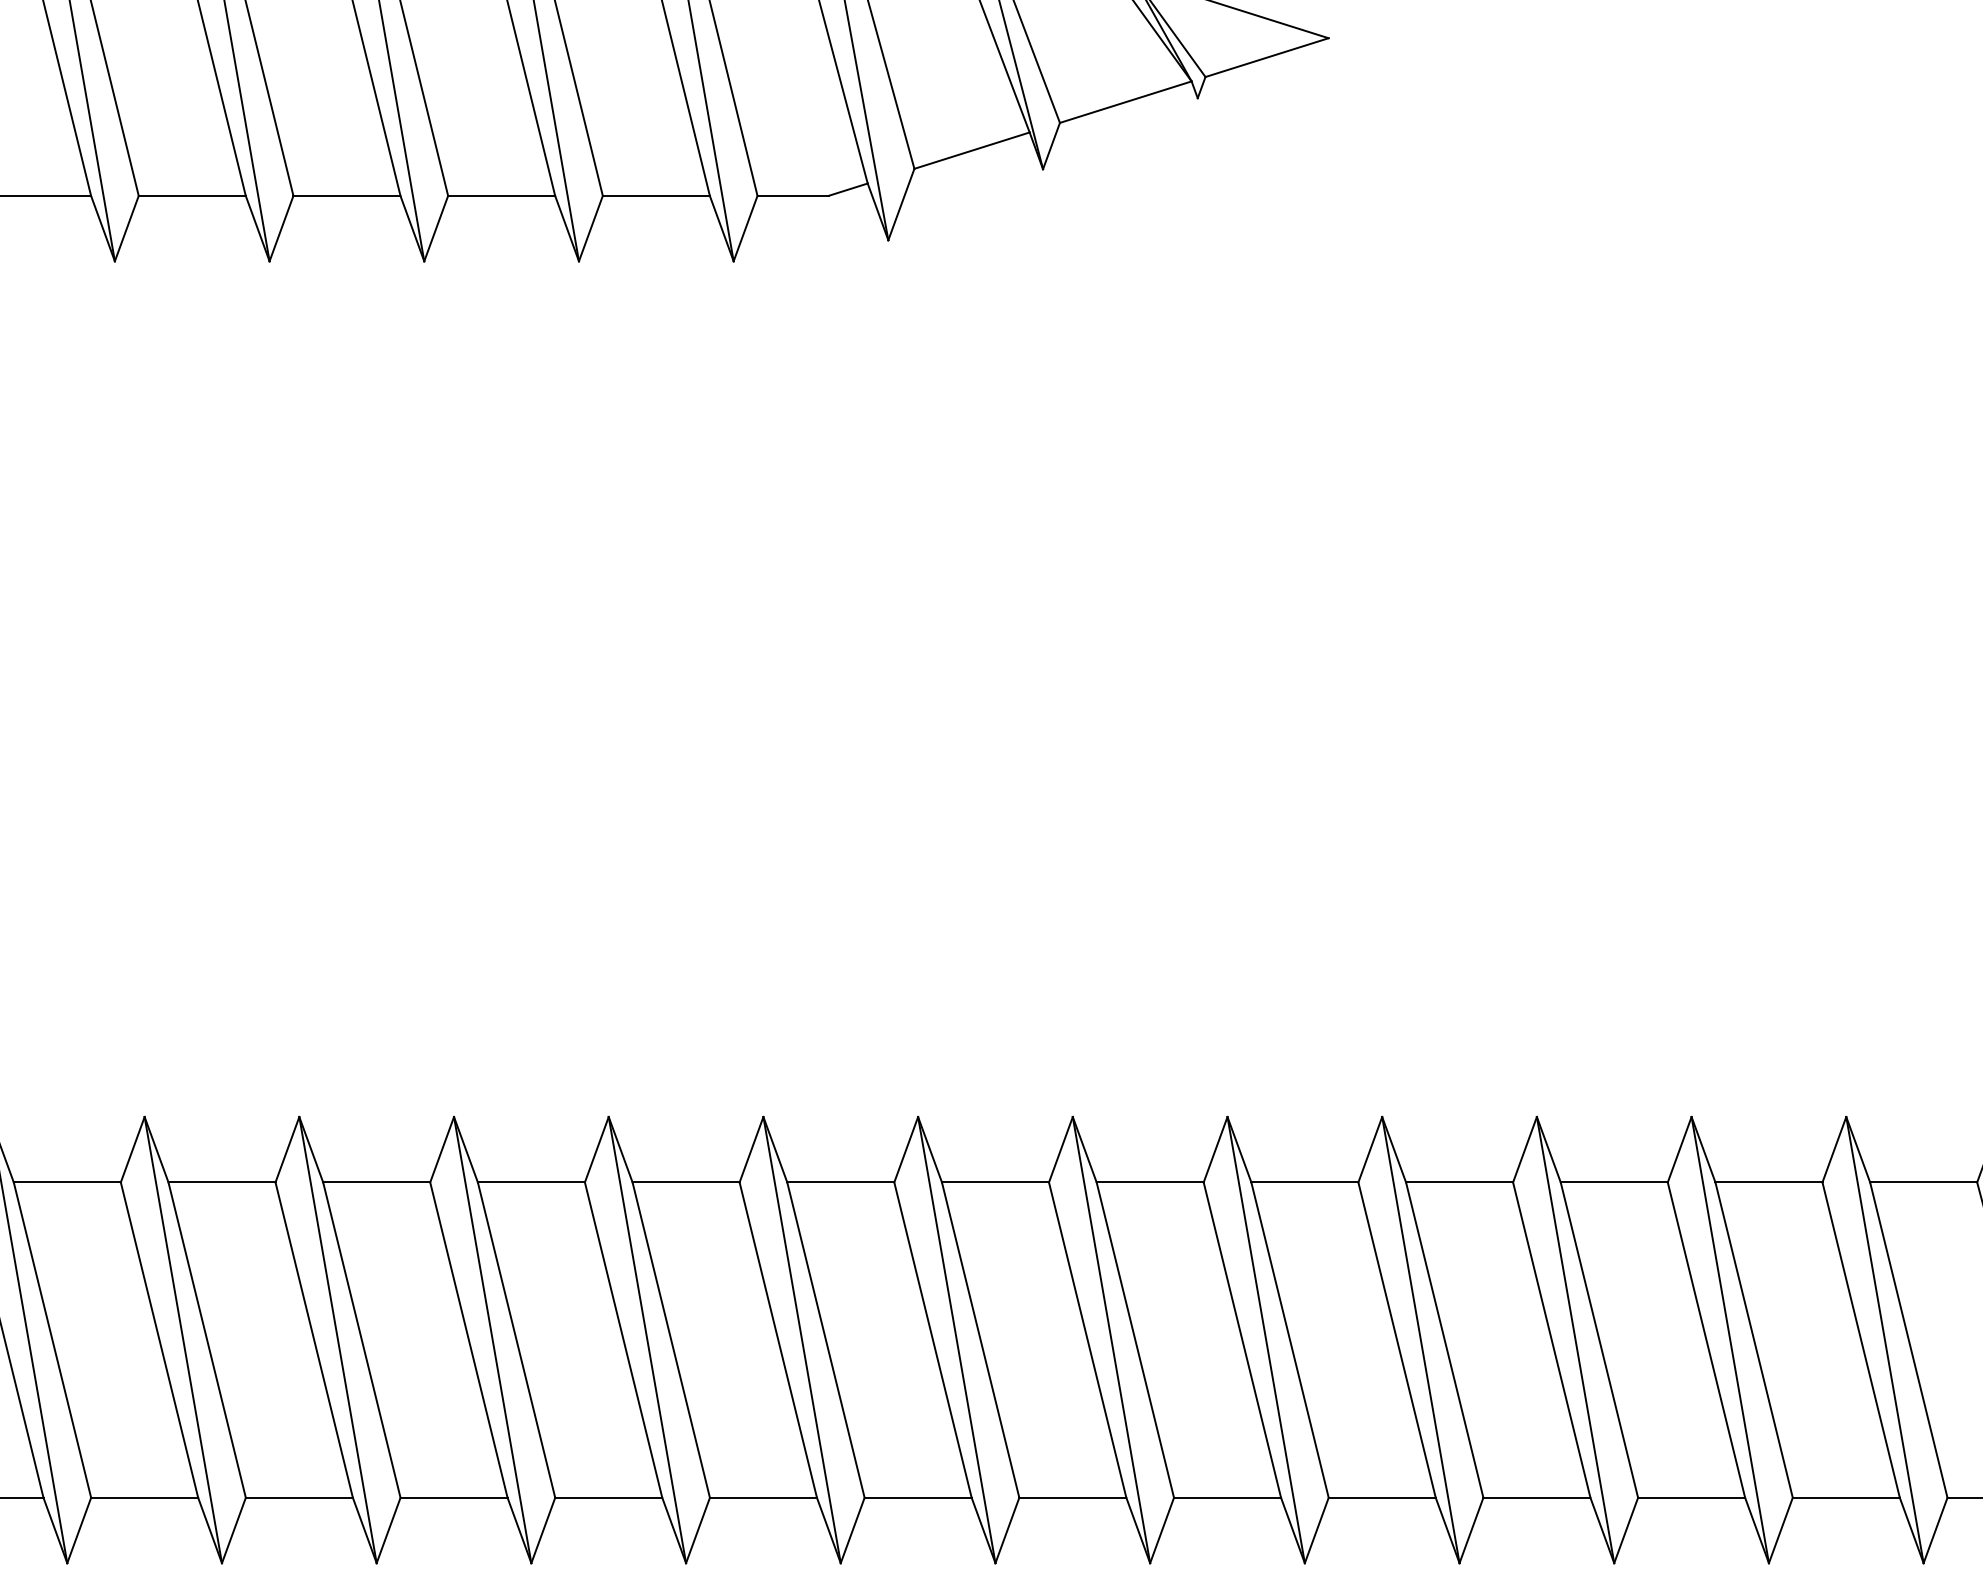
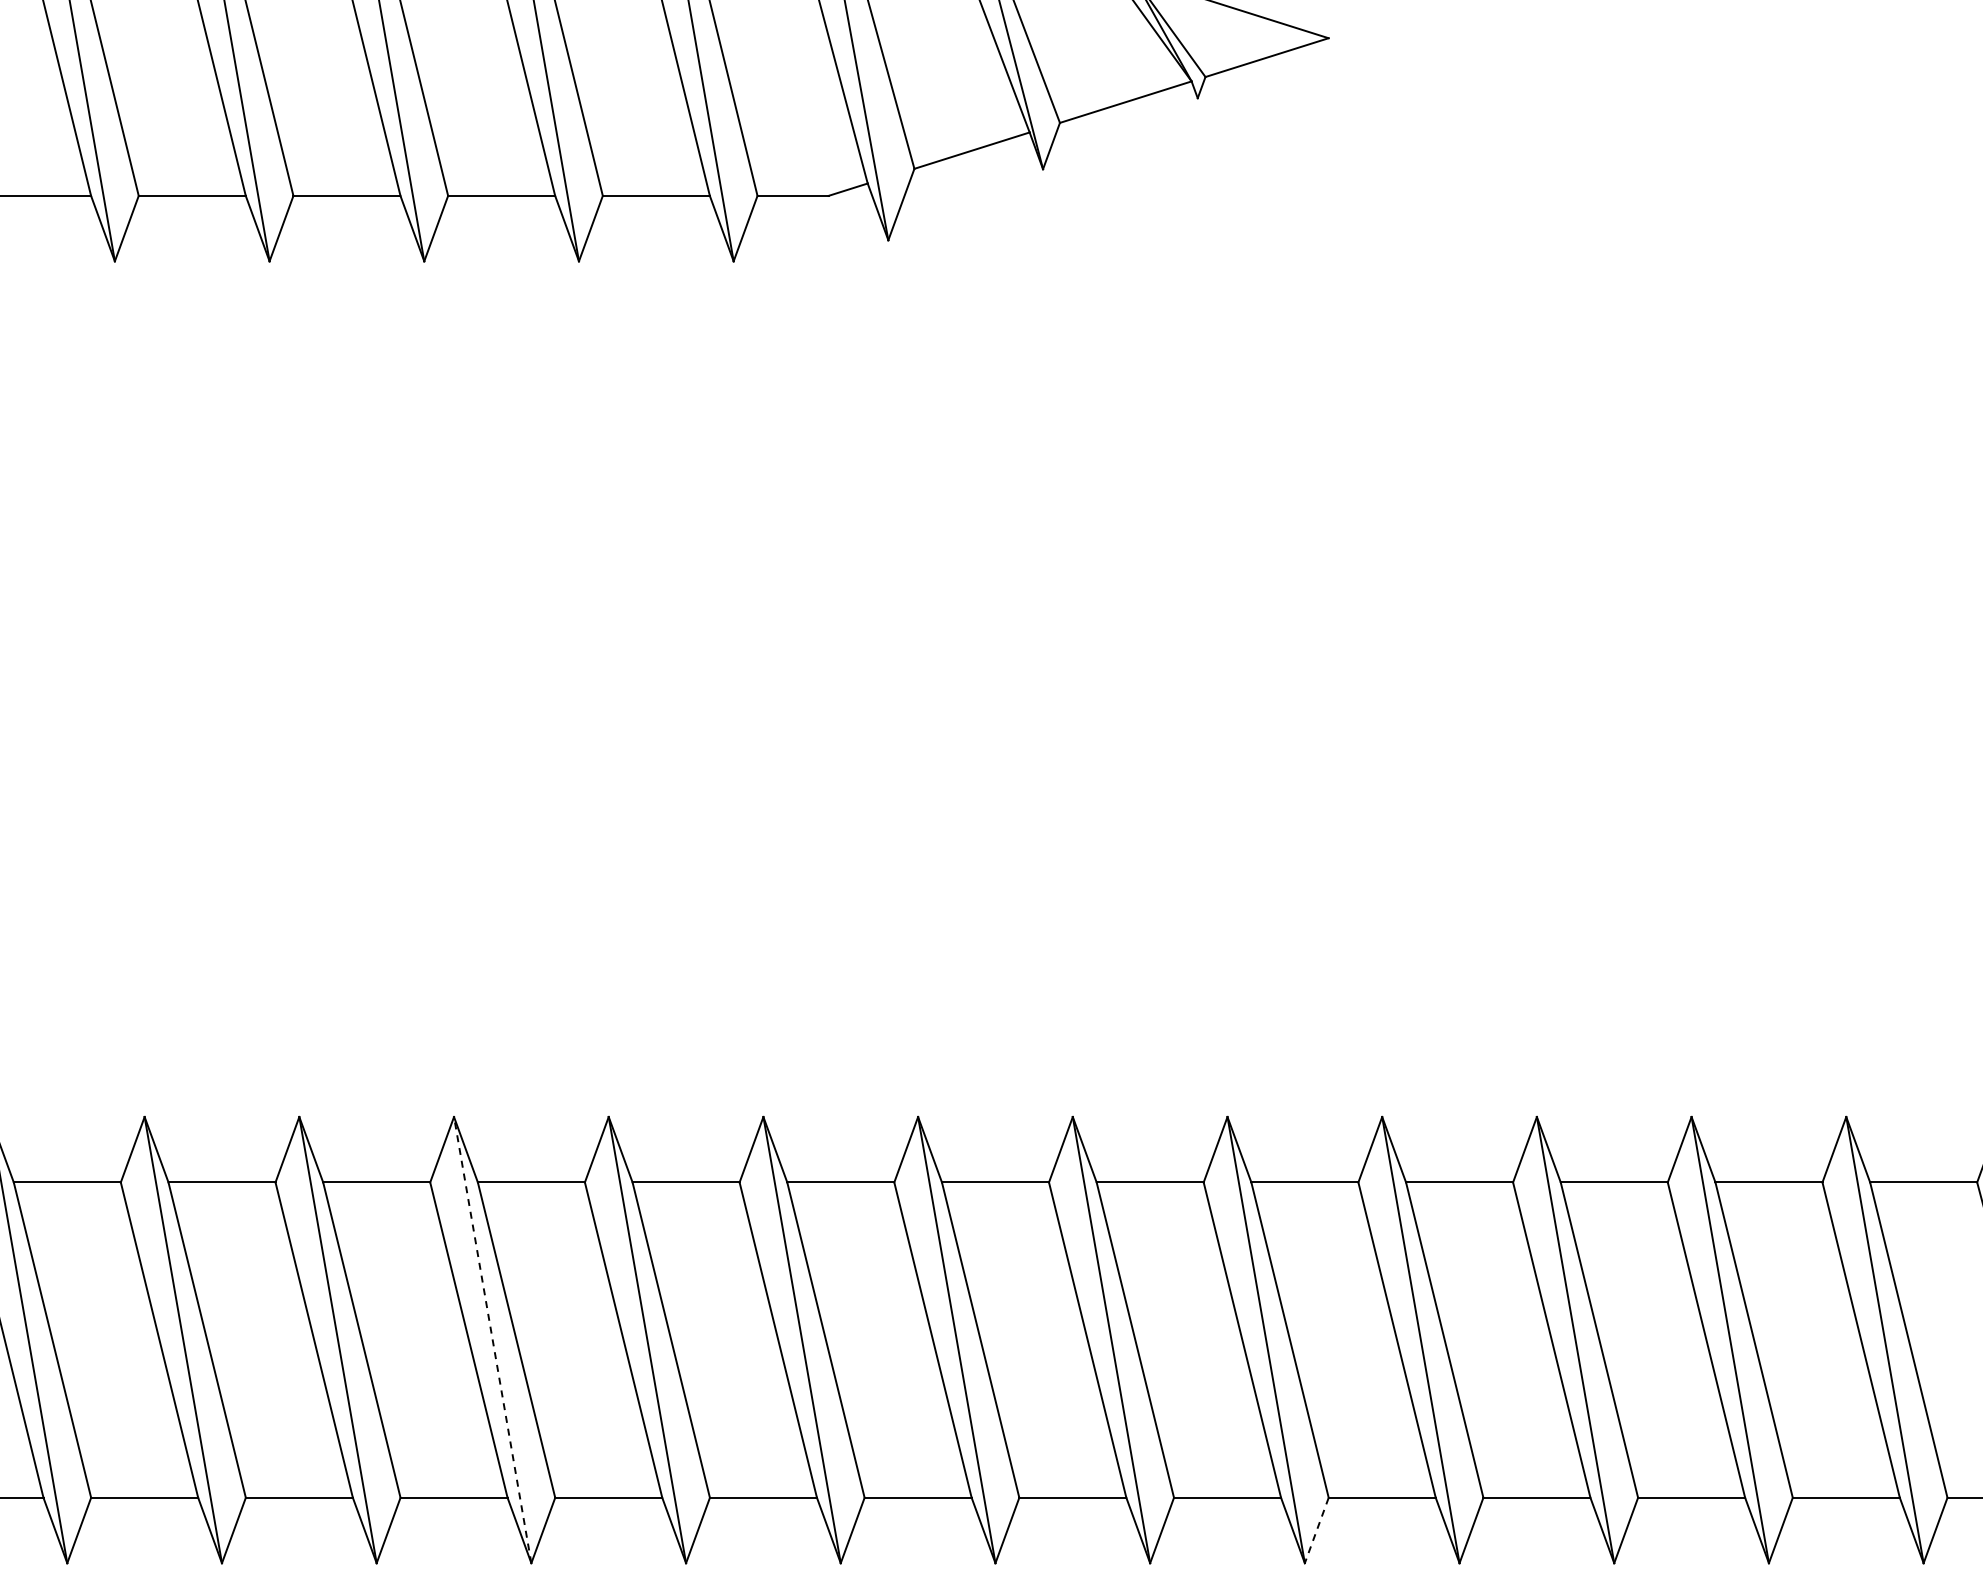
line at (492, 1339): solid -> dashed
line at (1316, 1530): solid -> dashed
